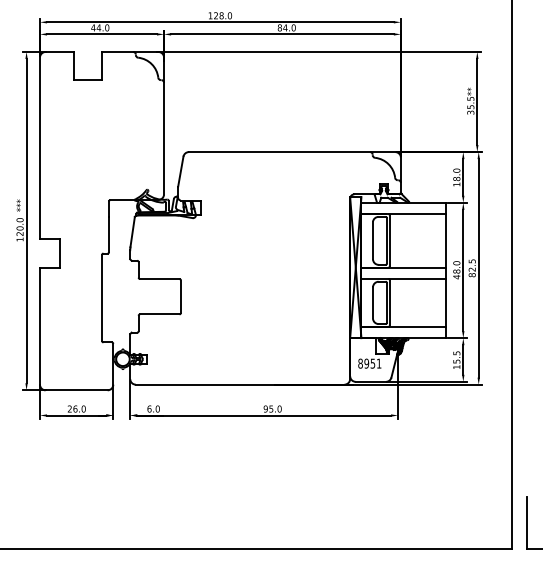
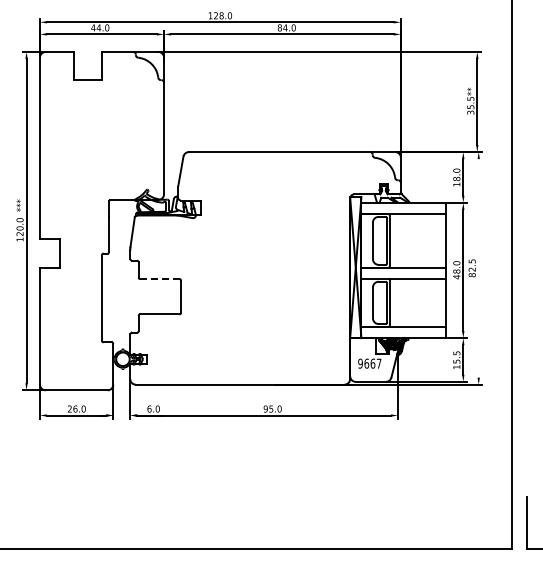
line at (478, 268): present -> none
line at (159, 279): solid -> dashed
text at (369, 363): 8951 -> 9667
